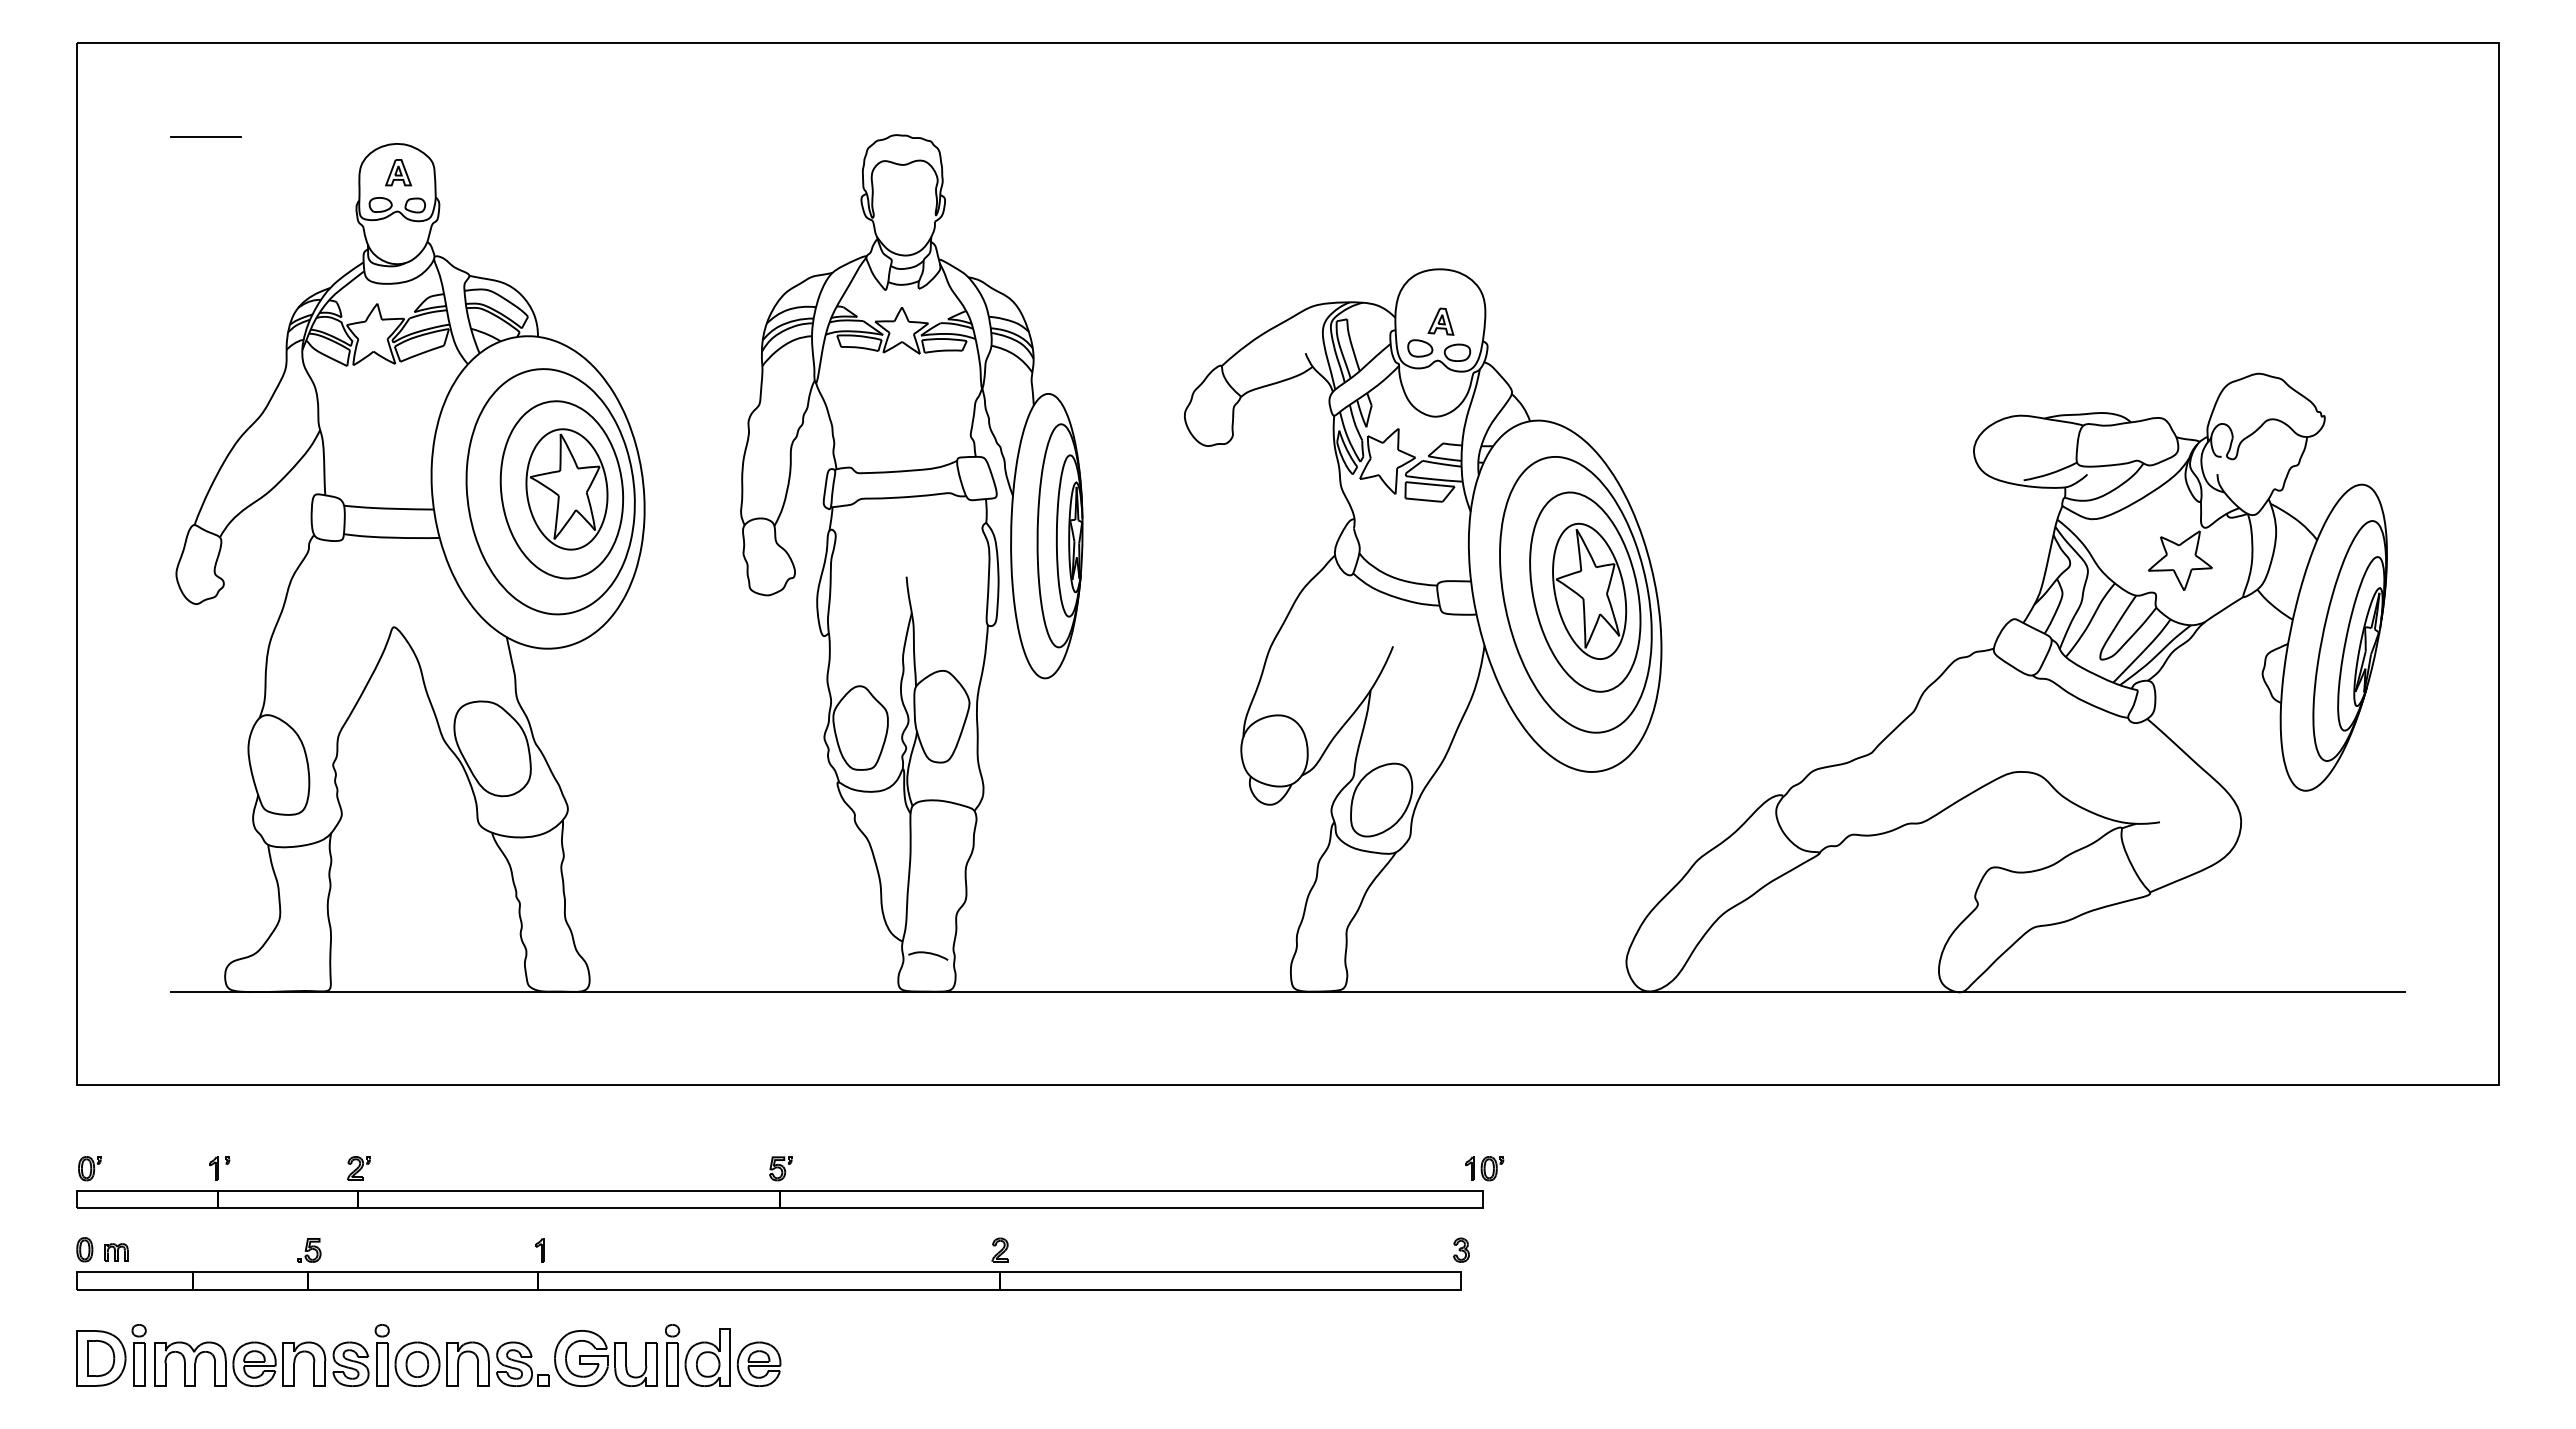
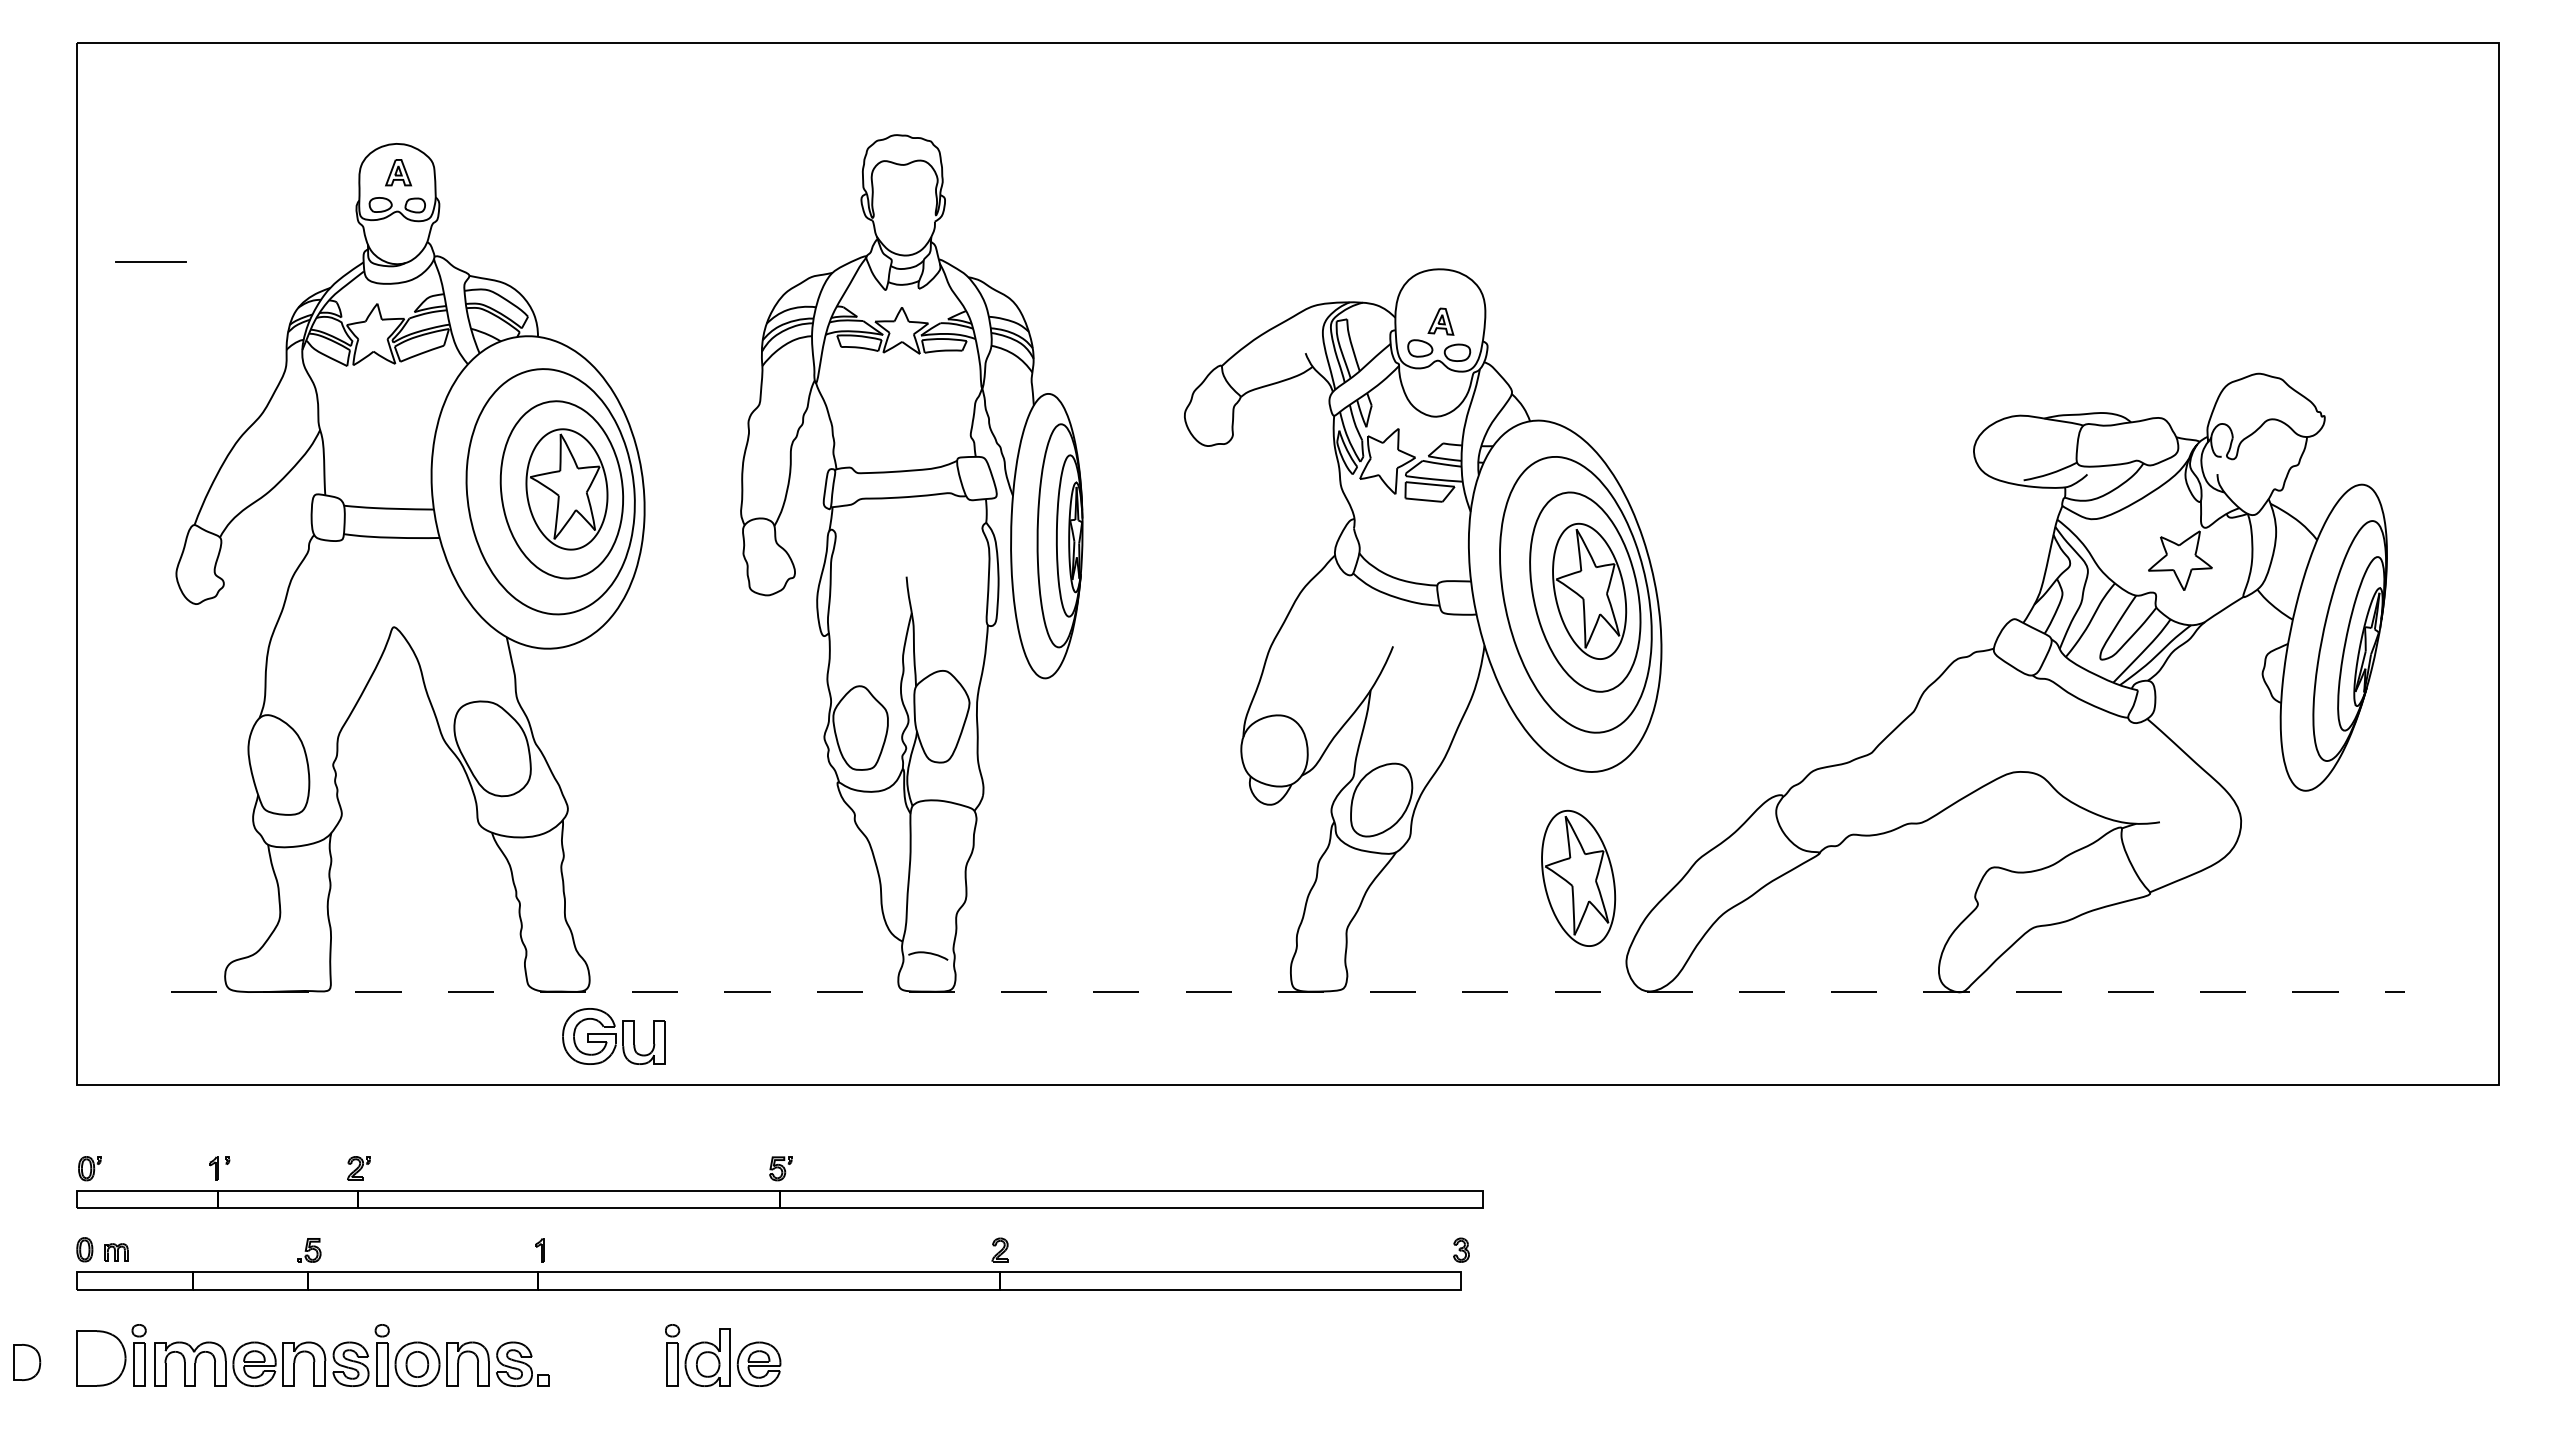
line at (205, 136) position: (205, 136) -> (150, 261)
part at (1578, 877): none -> present
line at (1288, 991): solid -> dashed
part at (1484, 1168): present -> none
part at (101, 1358) position: (101, 1358) -> (27, 1362)
part at (605, 1358) position: (605, 1358) -> (613, 1036)
